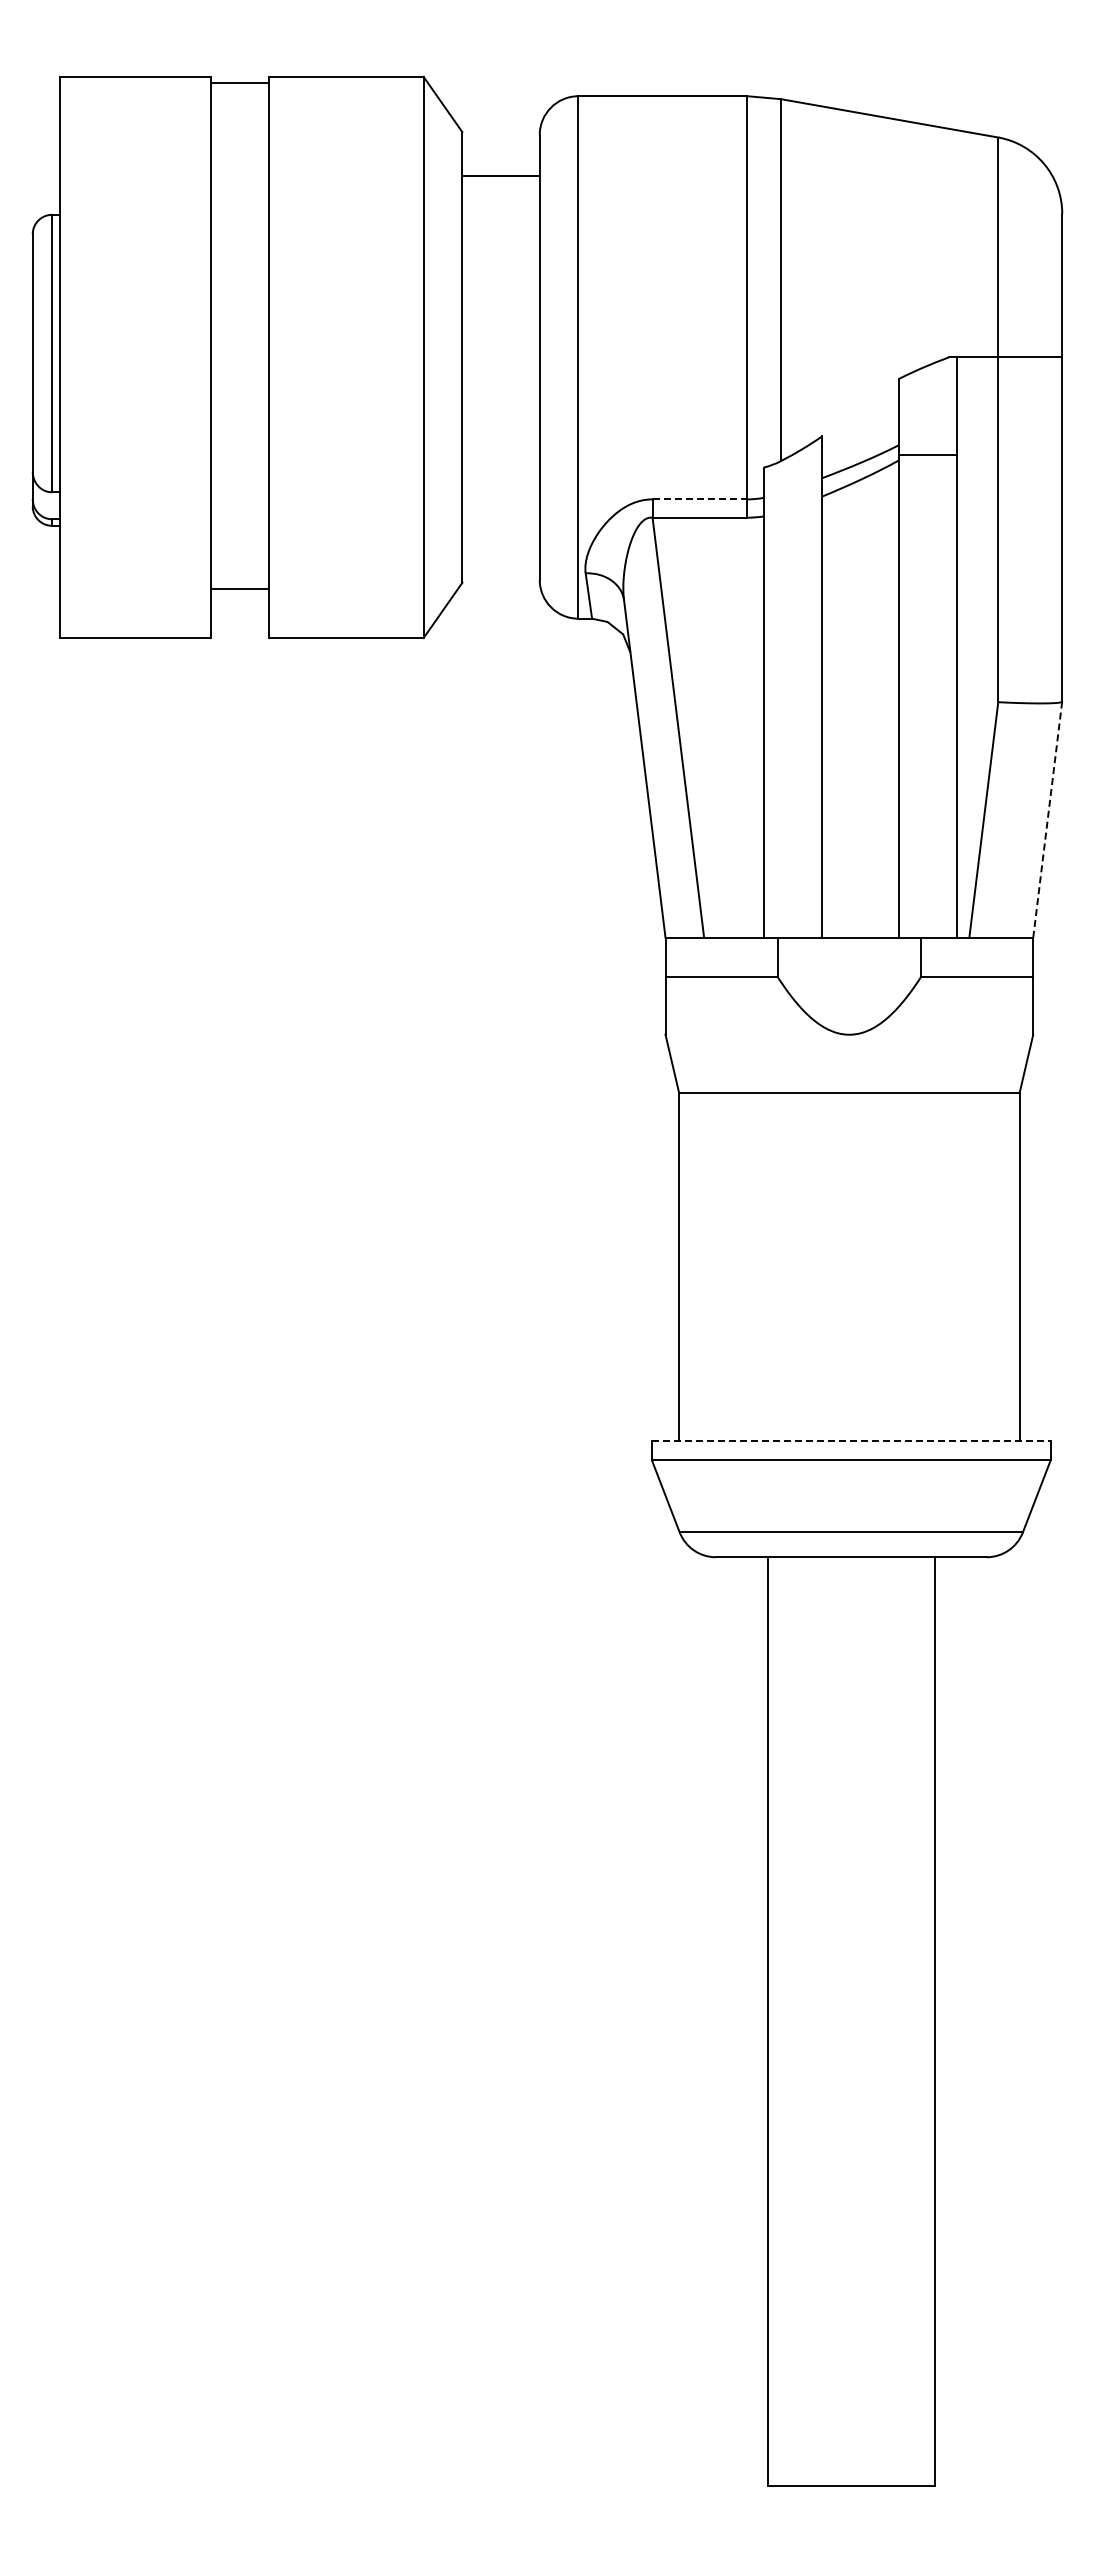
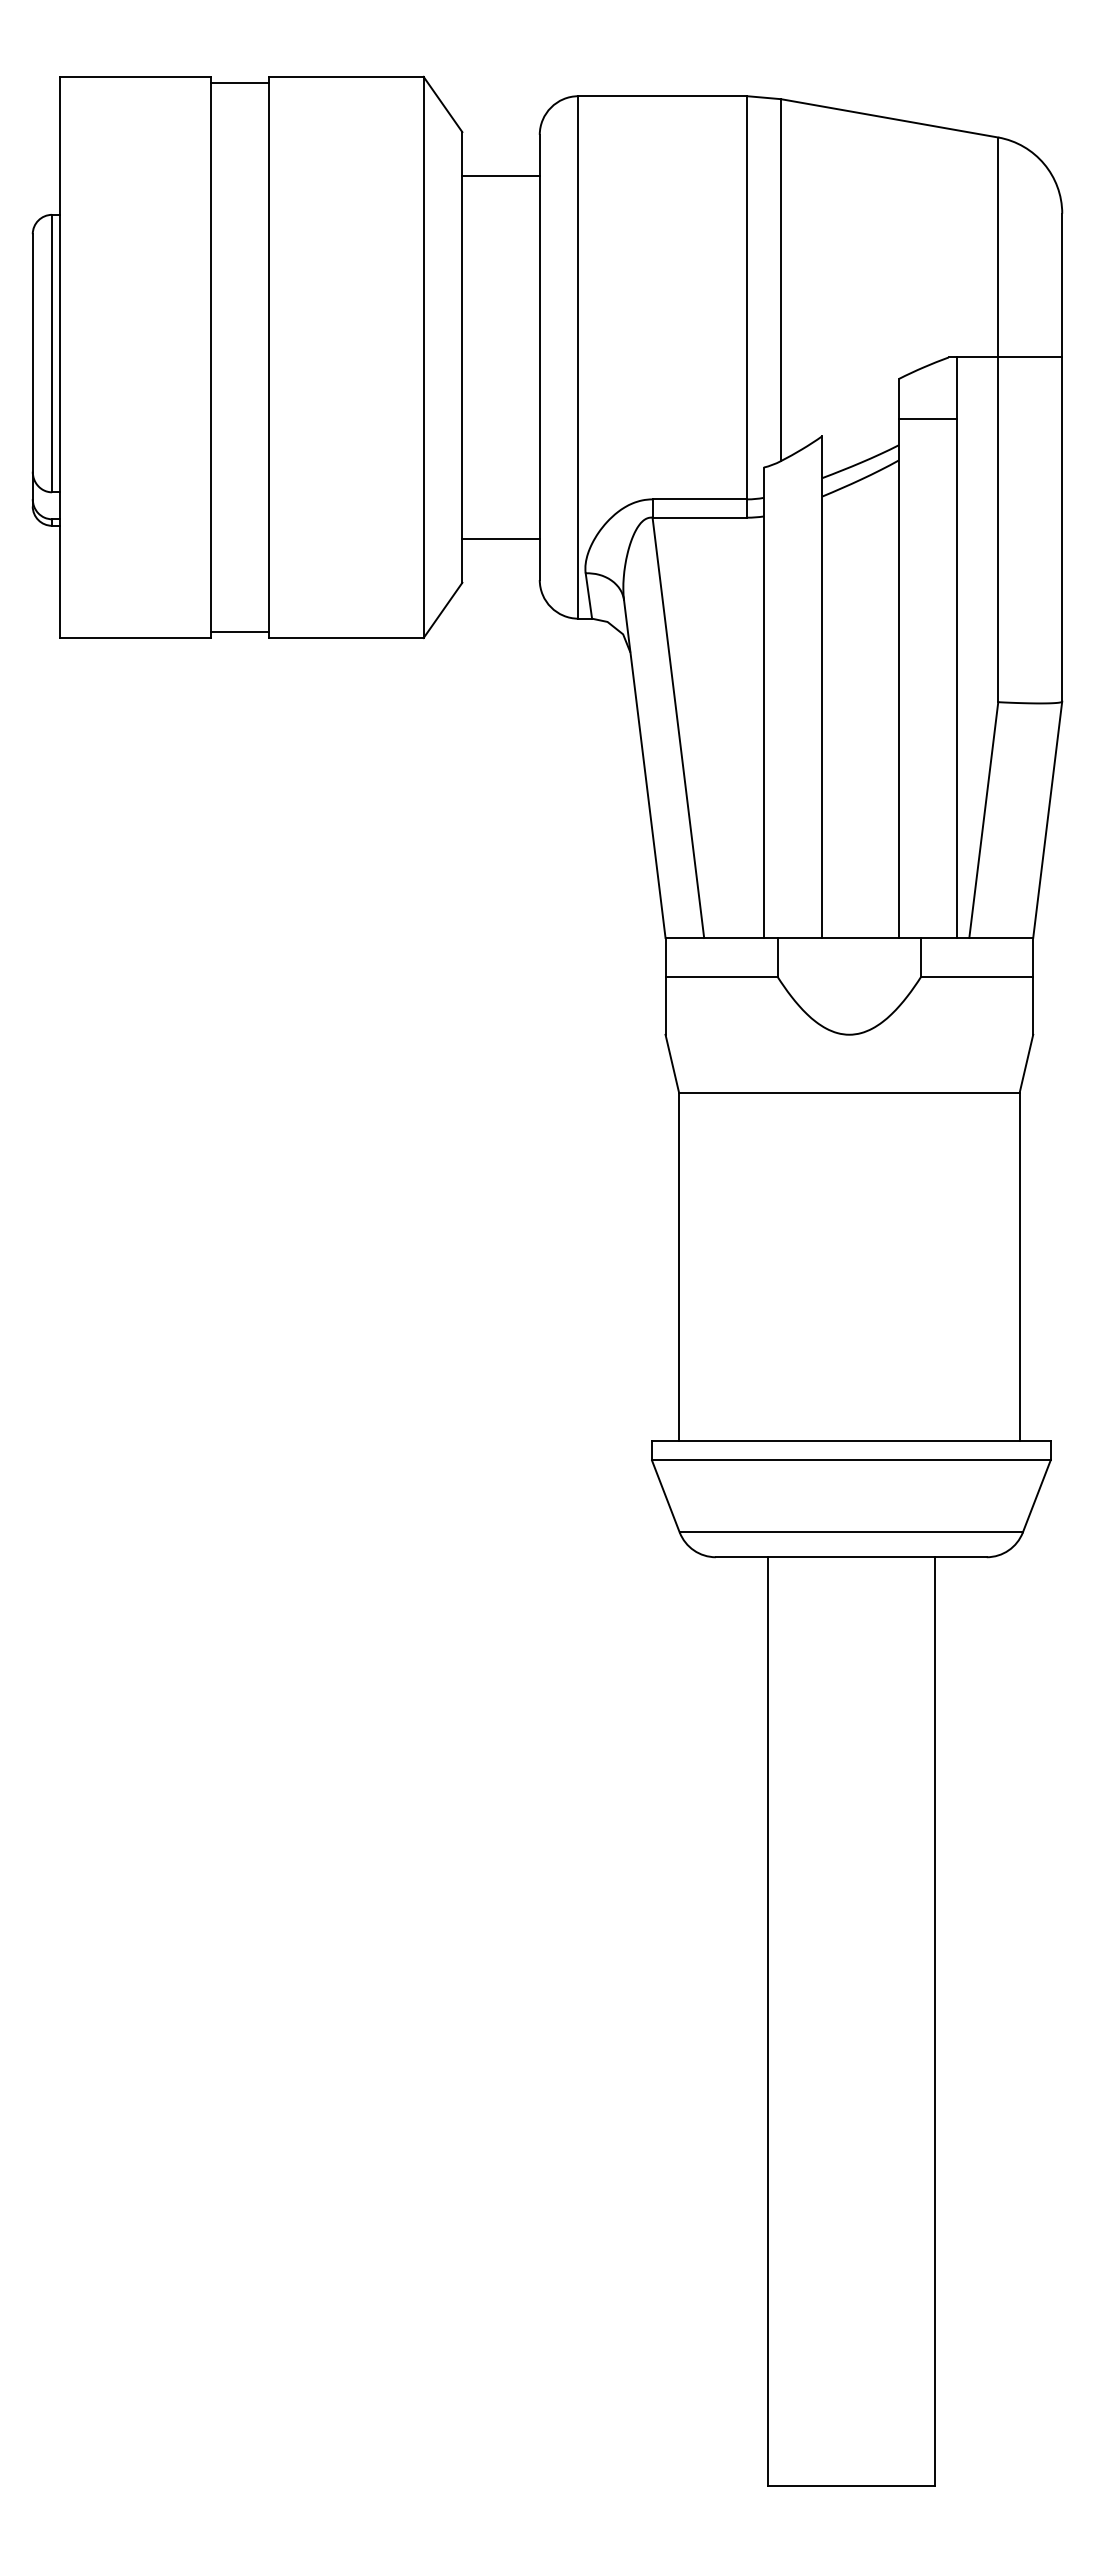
line at (927, 455) position: (927, 455) -> (927, 419)
line at (700, 499): dashed -> solid
line at (500, 539): none -> present
line at (239, 589) position: (239, 589) -> (239, 632)
line at (1047, 820): dashed -> solid
line at (851, 1441): dashed -> solid
